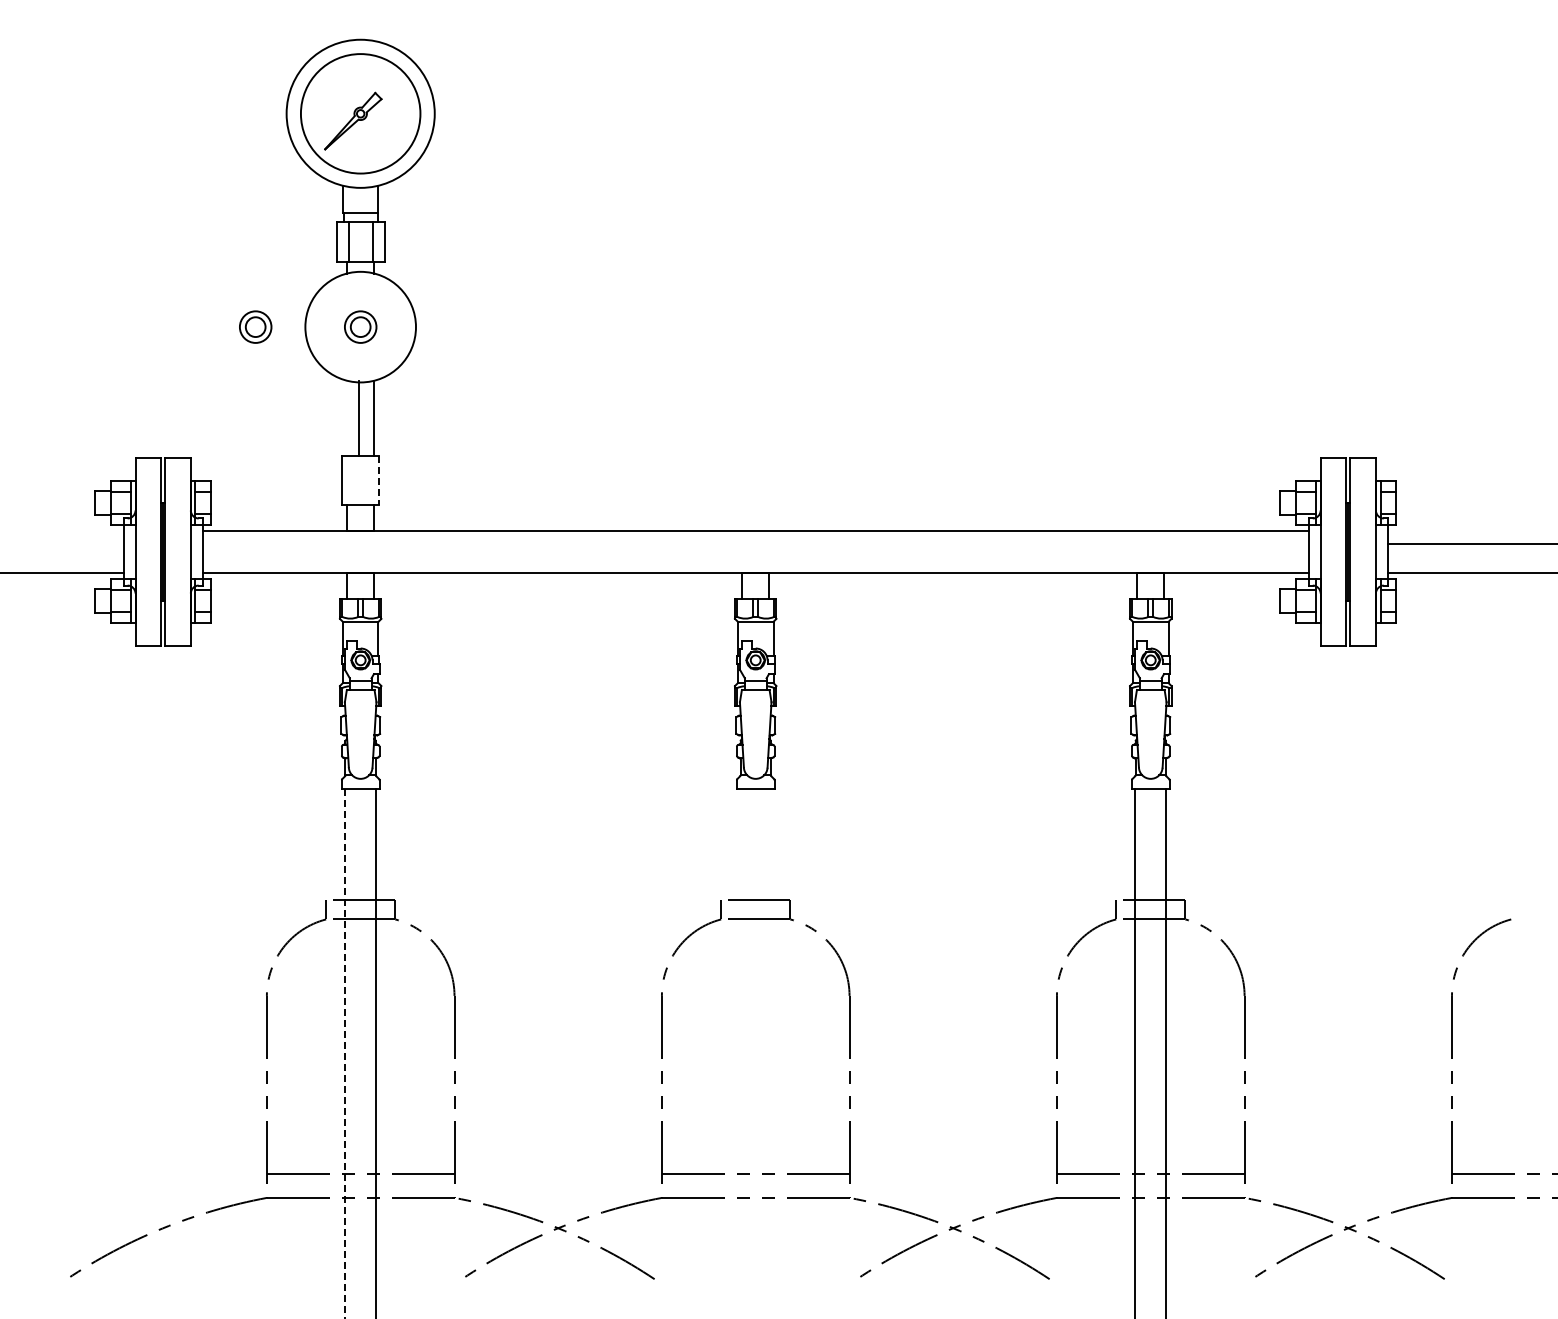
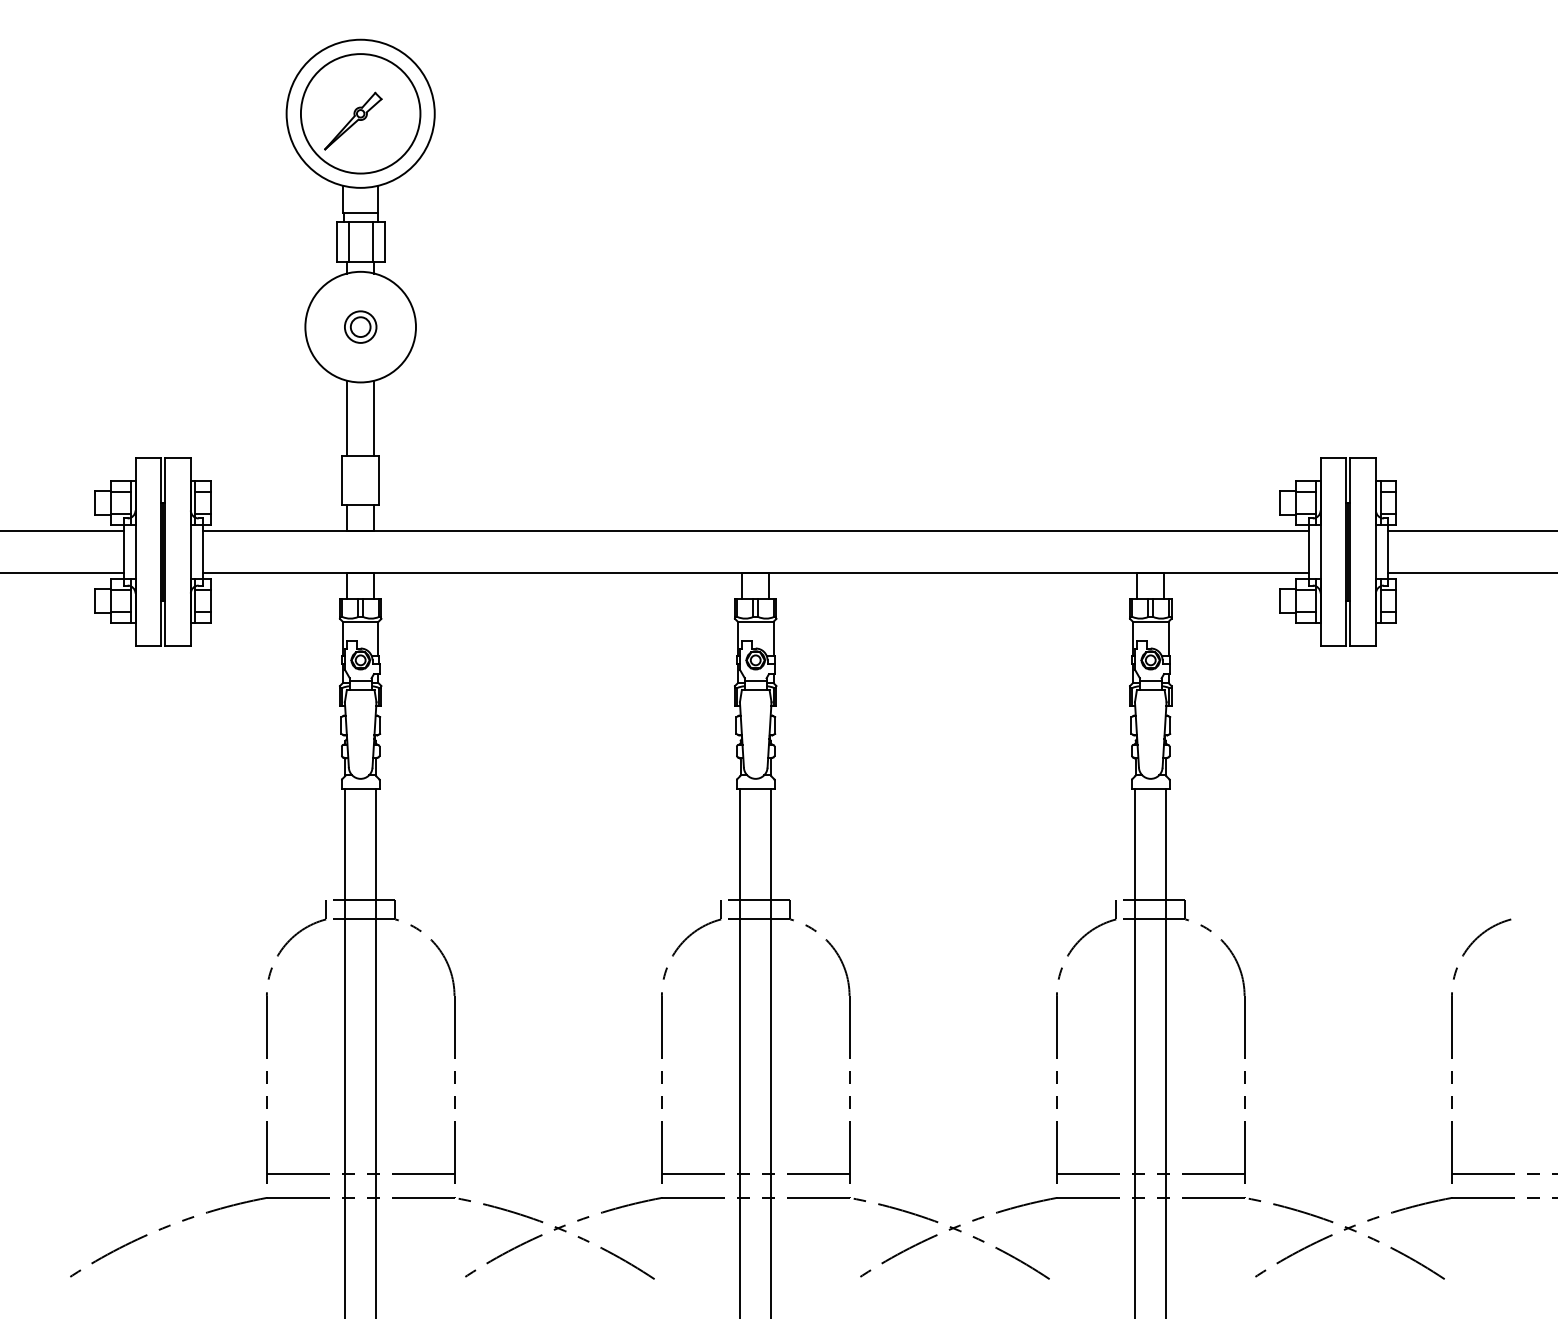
part at (255, 326): present -> none
line at (359, 417) position: (359, 417) -> (347, 417)
line at (379, 480): dashed -> solid
line at (62, 530): none -> present
line at (1470, 543) position: (1470, 543) -> (1470, 530)
line at (740, 1051): none -> present
line at (771, 1051): none -> present
line at (345, 1053): dashed -> solid
